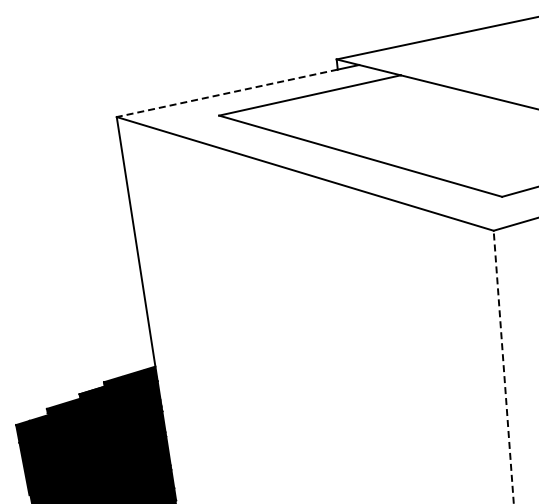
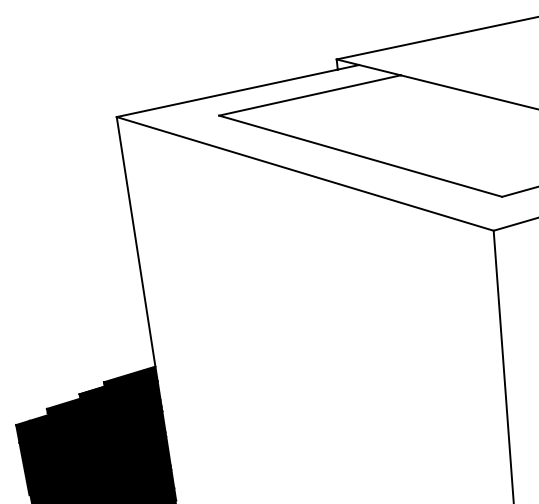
line at (226, 93): dashed -> solid
line at (503, 367): dashed -> solid
